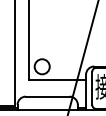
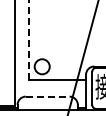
line at (28, 40): solid -> dashed
line at (47, 96): solid -> dashed
